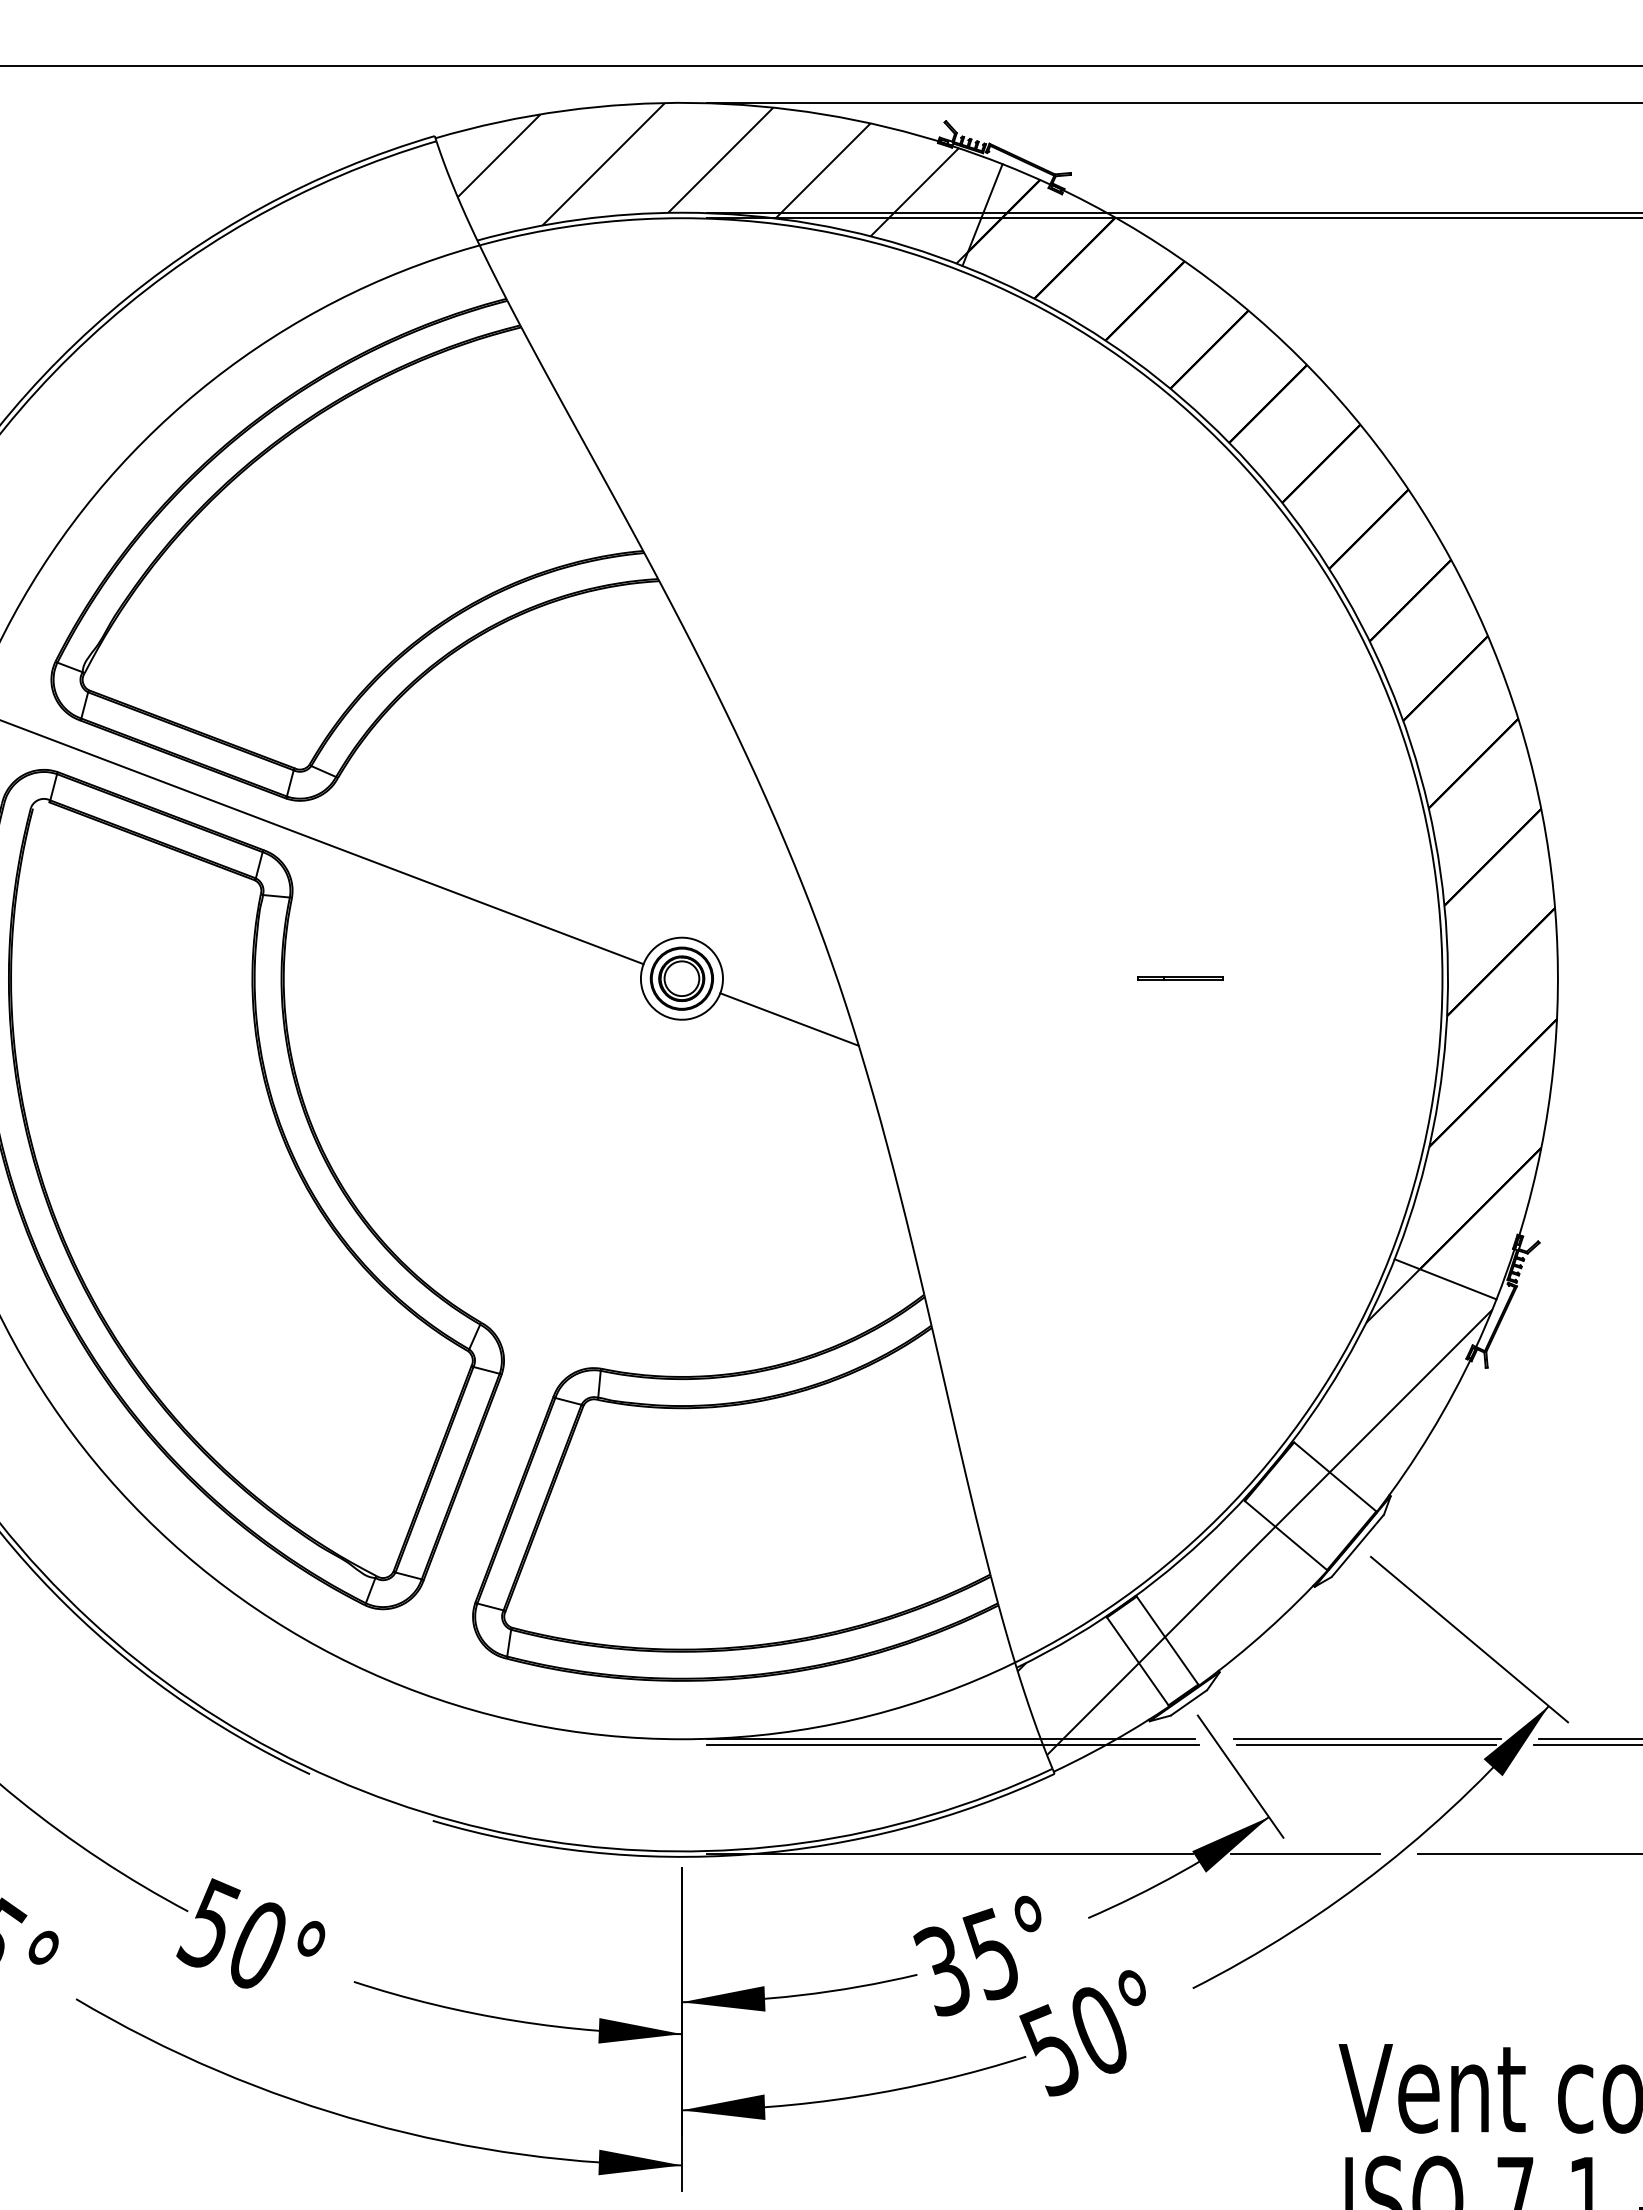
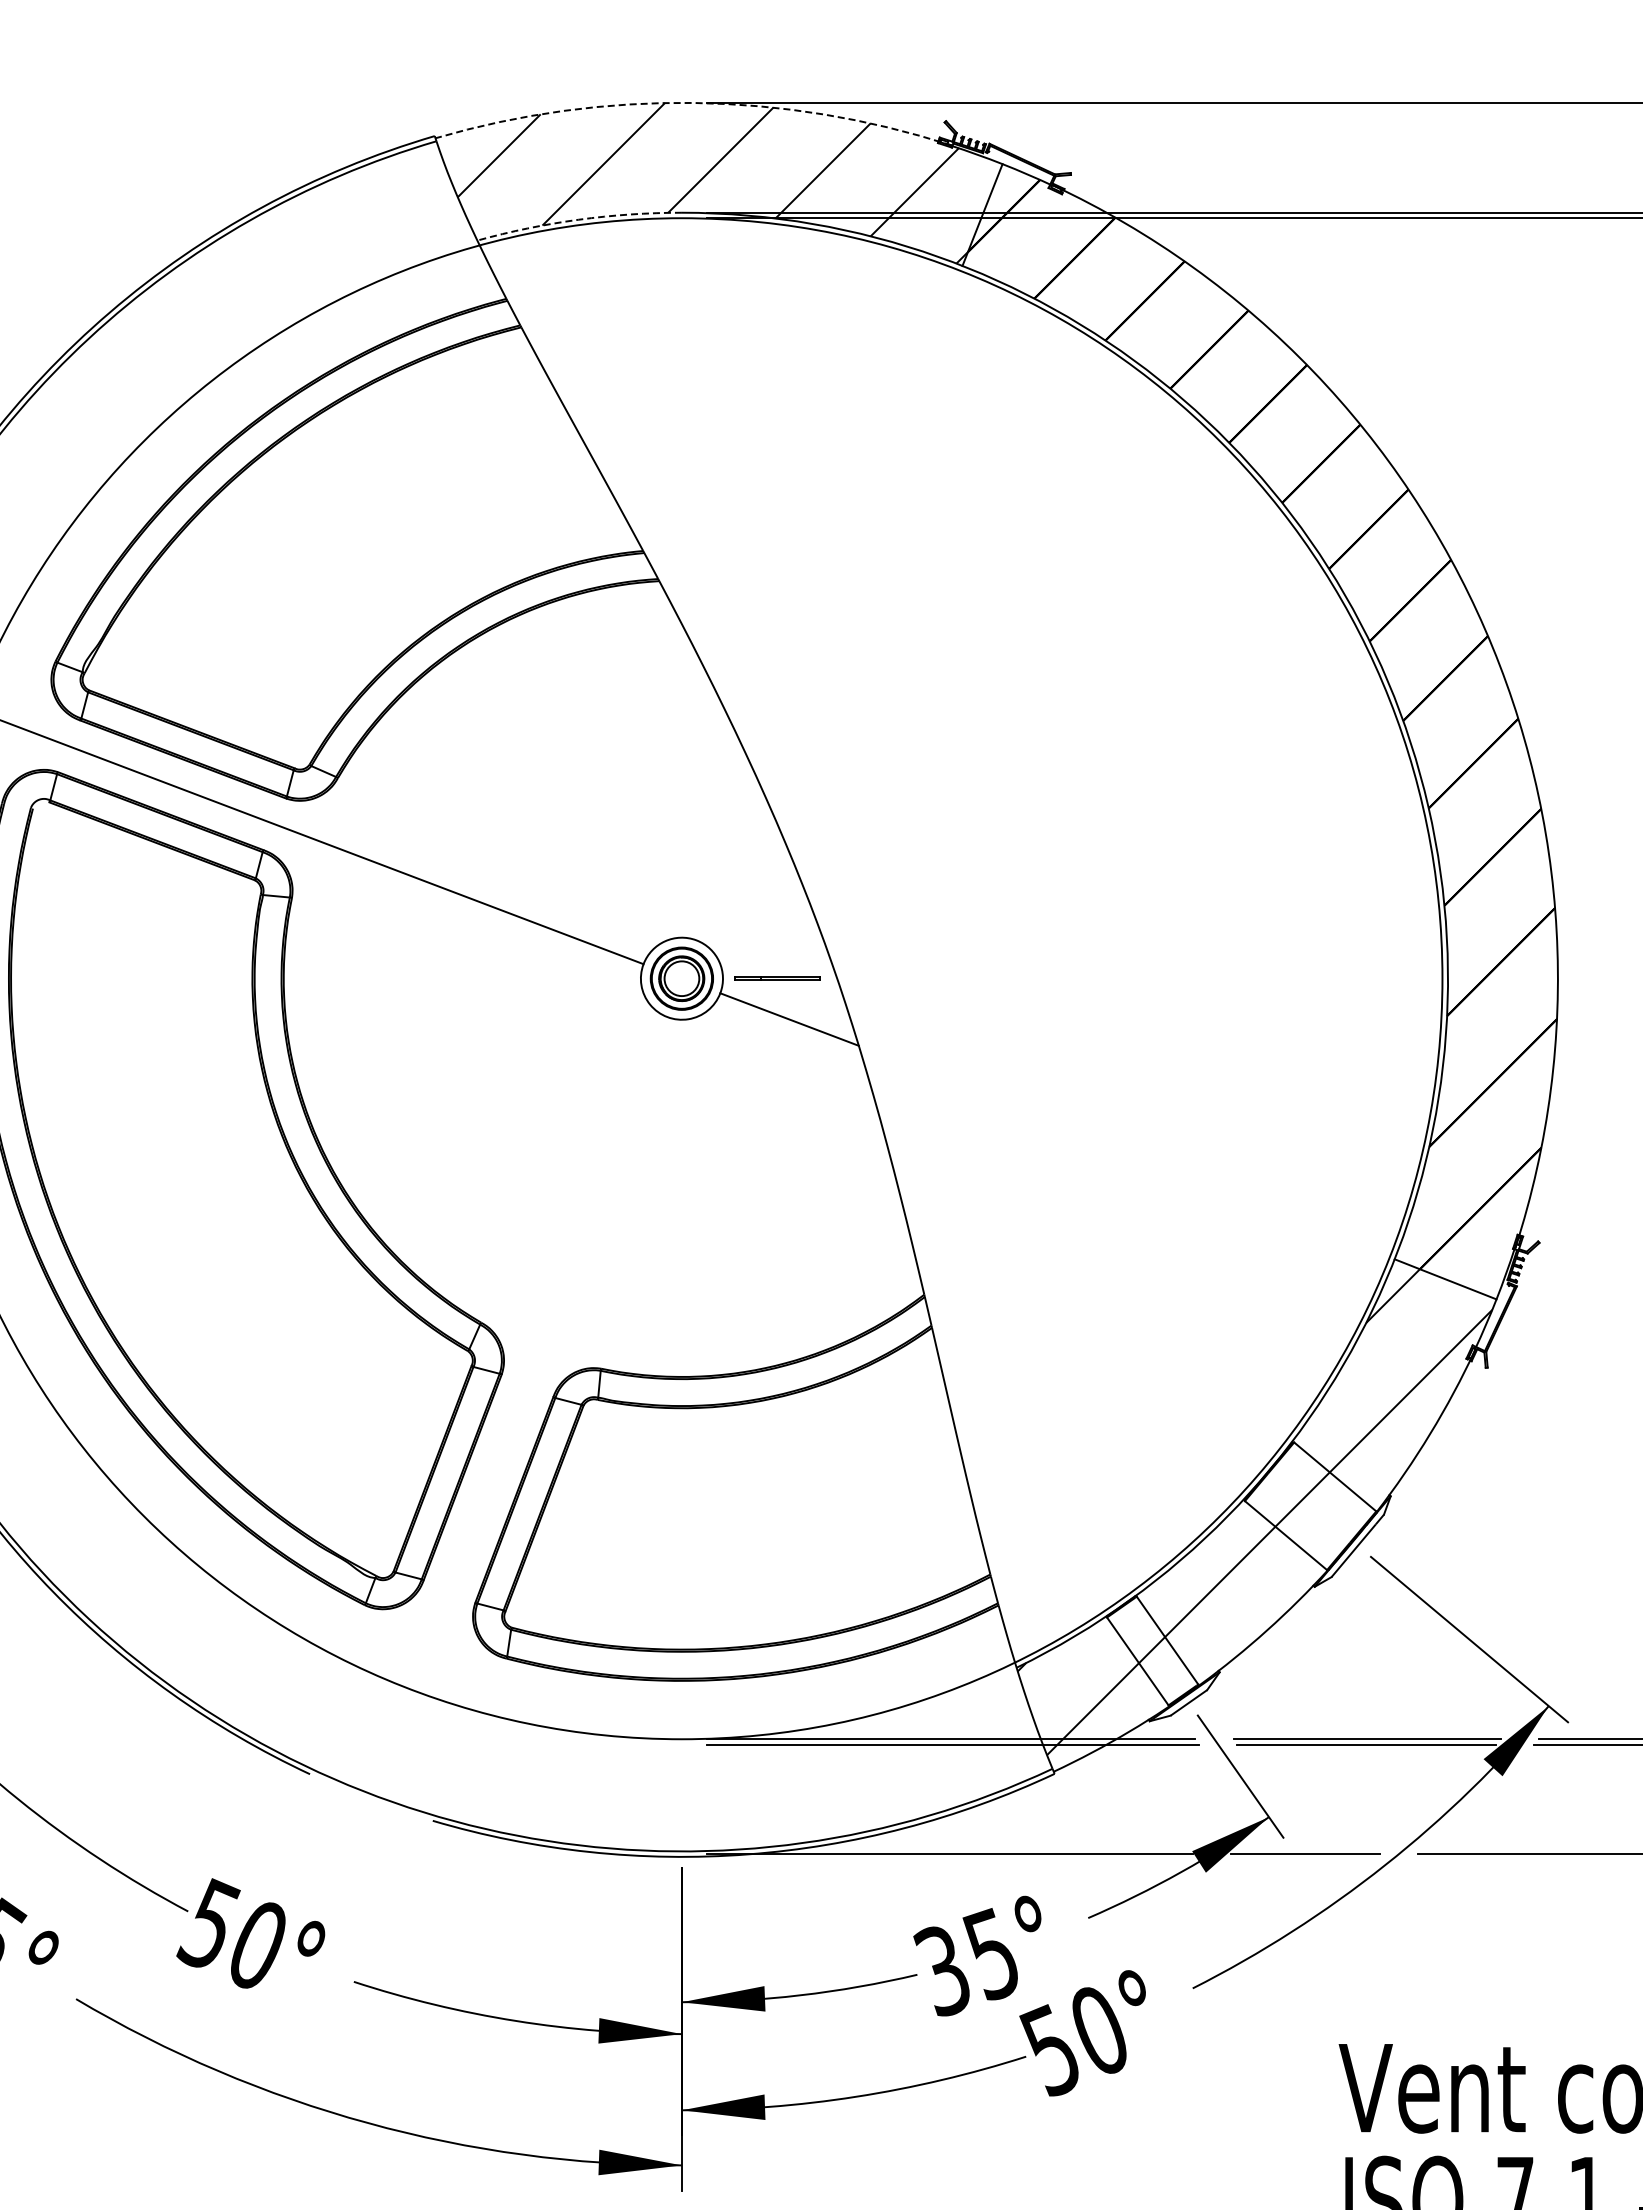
line at (820, 66): present -> none
arc at (693, 102): solid -> dashed
arc at (578, 219): solid -> dashed
line at (1180, 977) position: (1180, 977) -> (777, 977)
